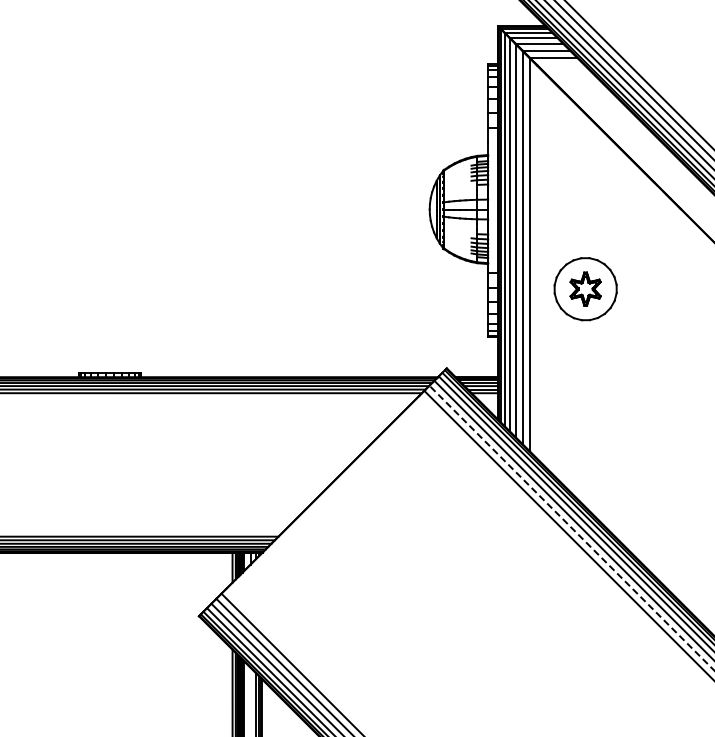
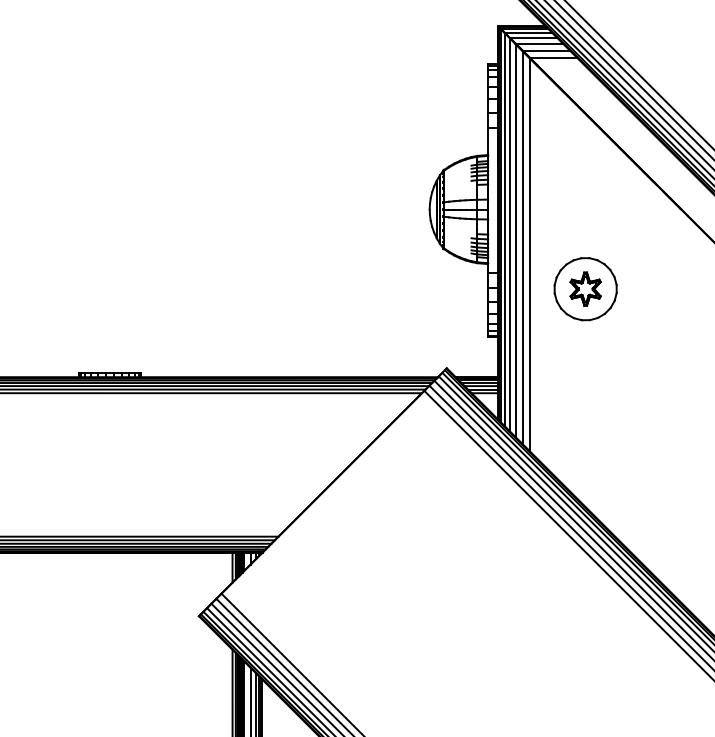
line at (571, 527): dashed -> solid
line at (250, 700): none -> present
